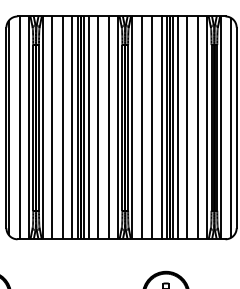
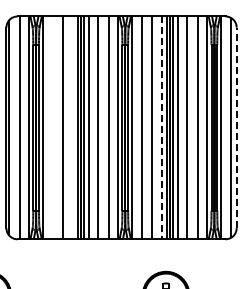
line at (52, 127): present -> none
line at (72, 127): present -> none
line at (236, 127): solid -> dashed
line at (161, 128): solid -> dashed
